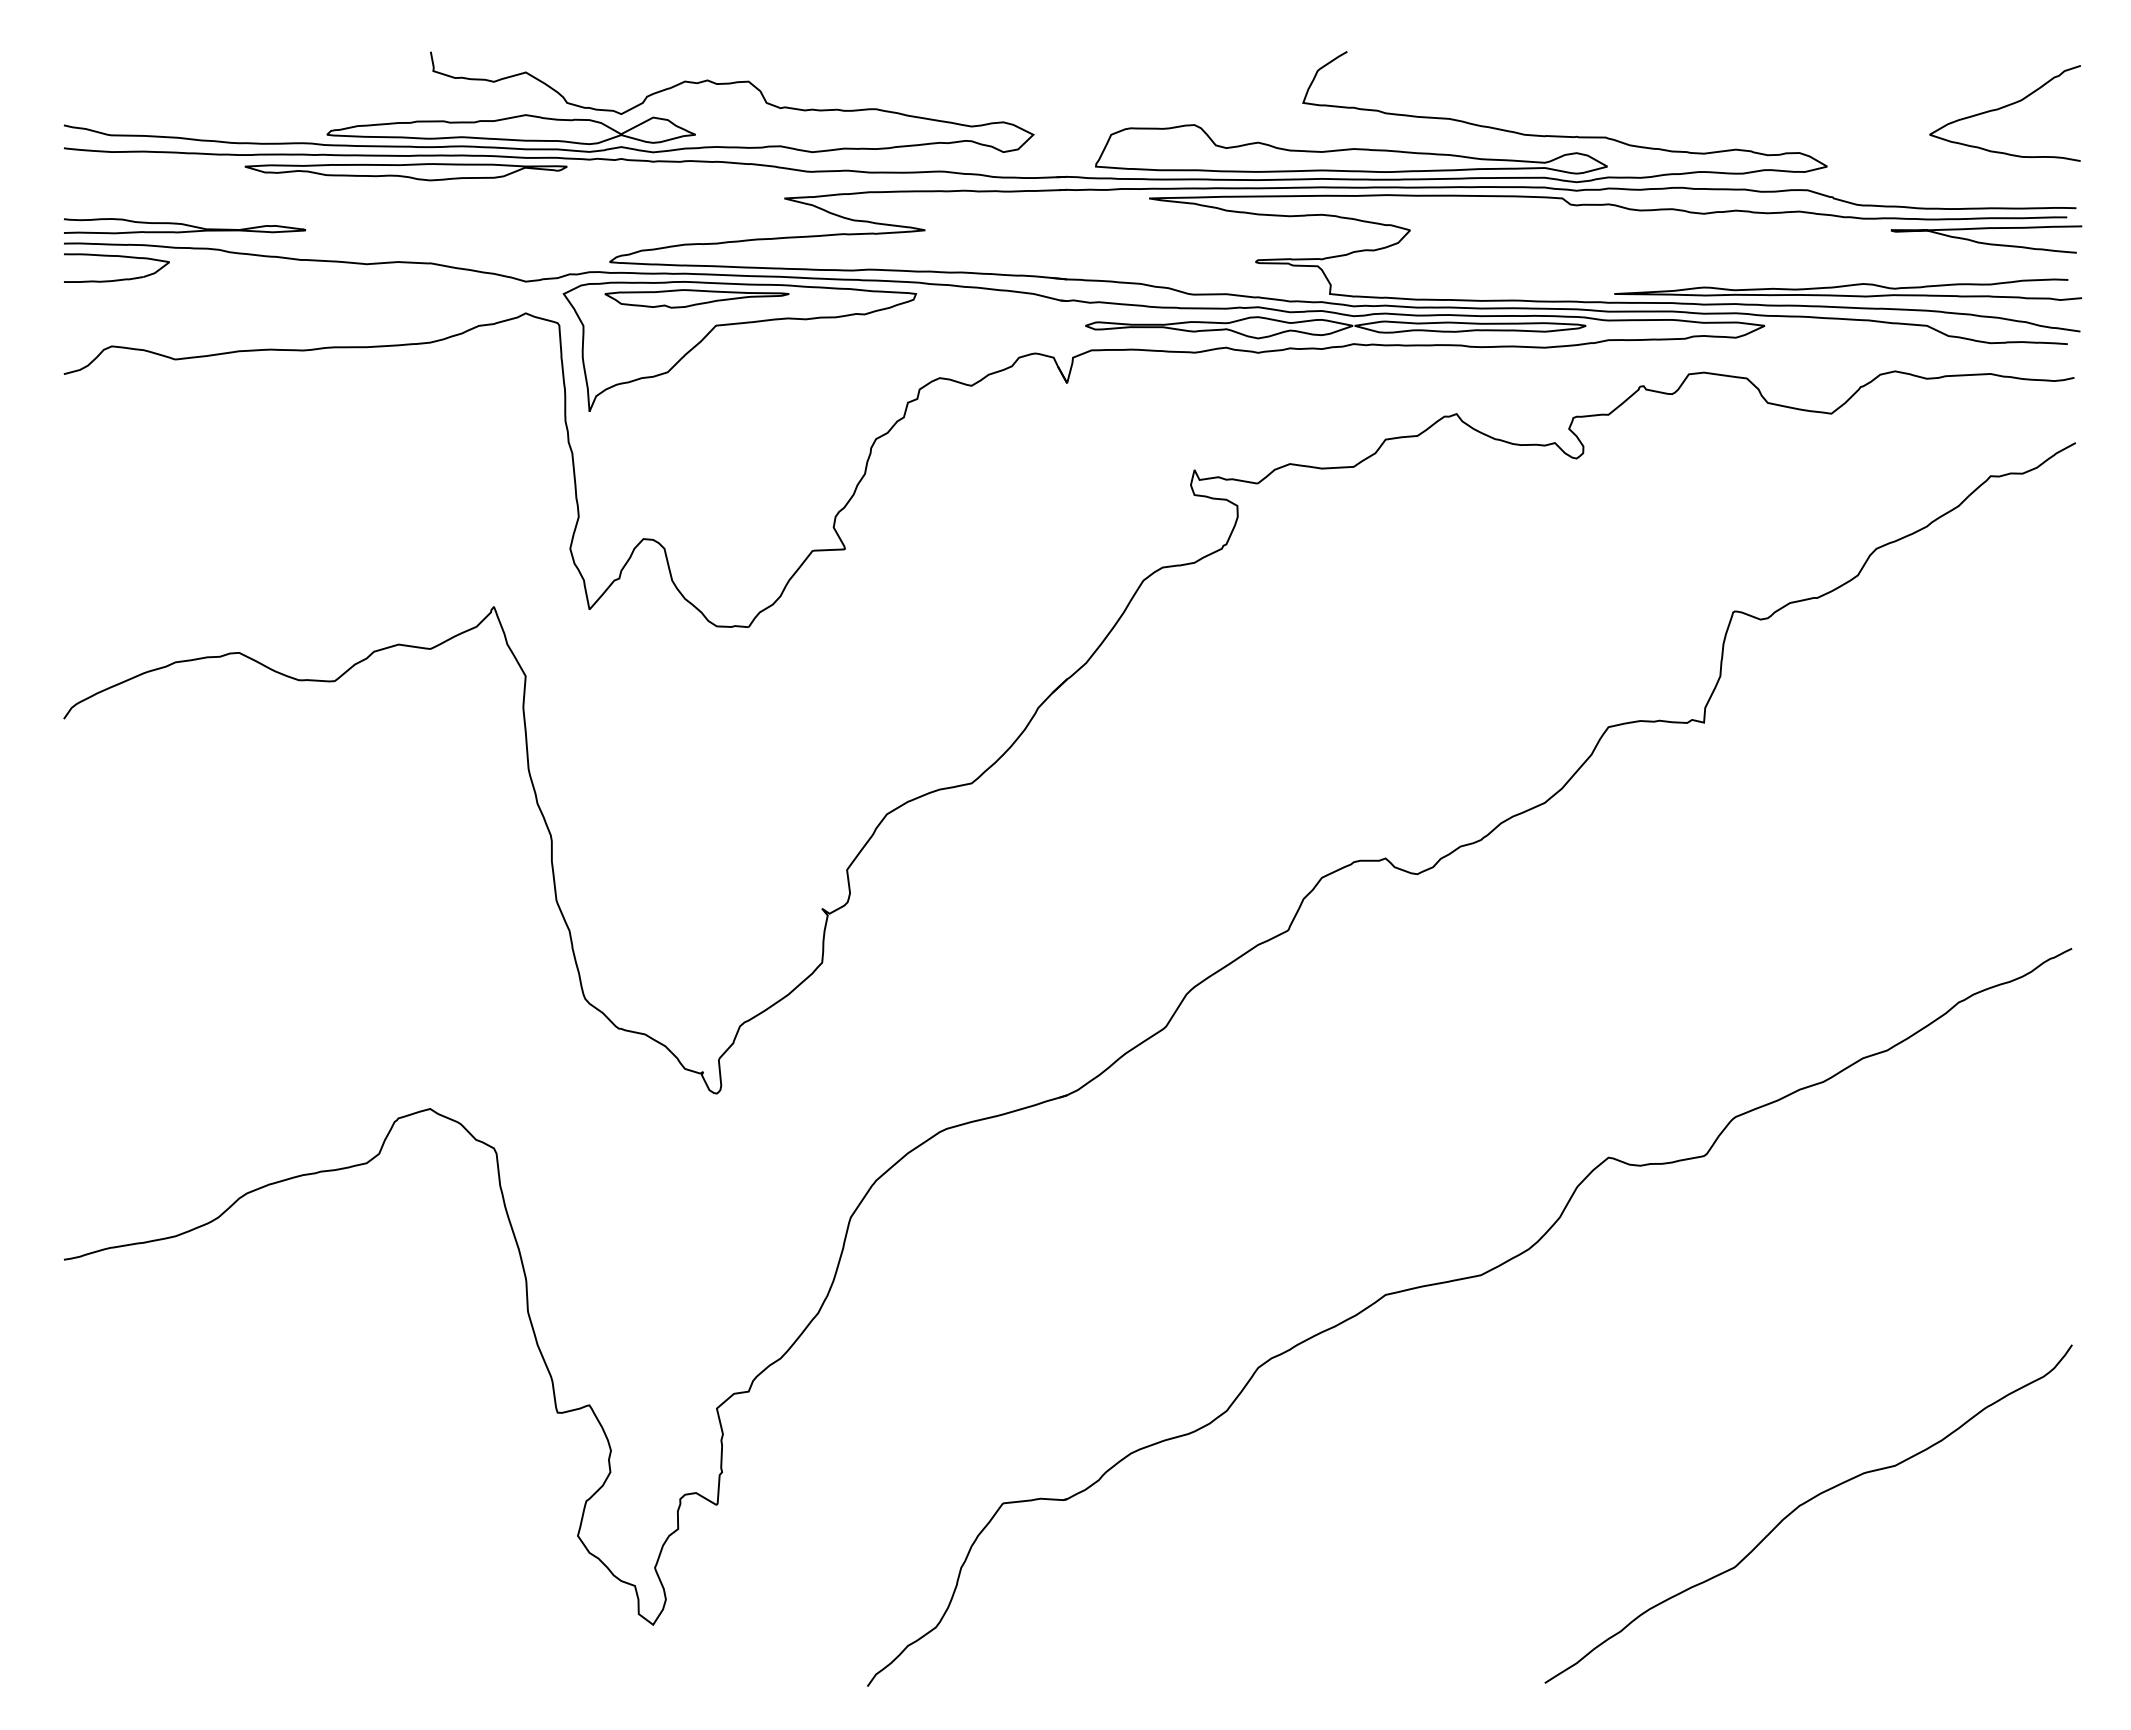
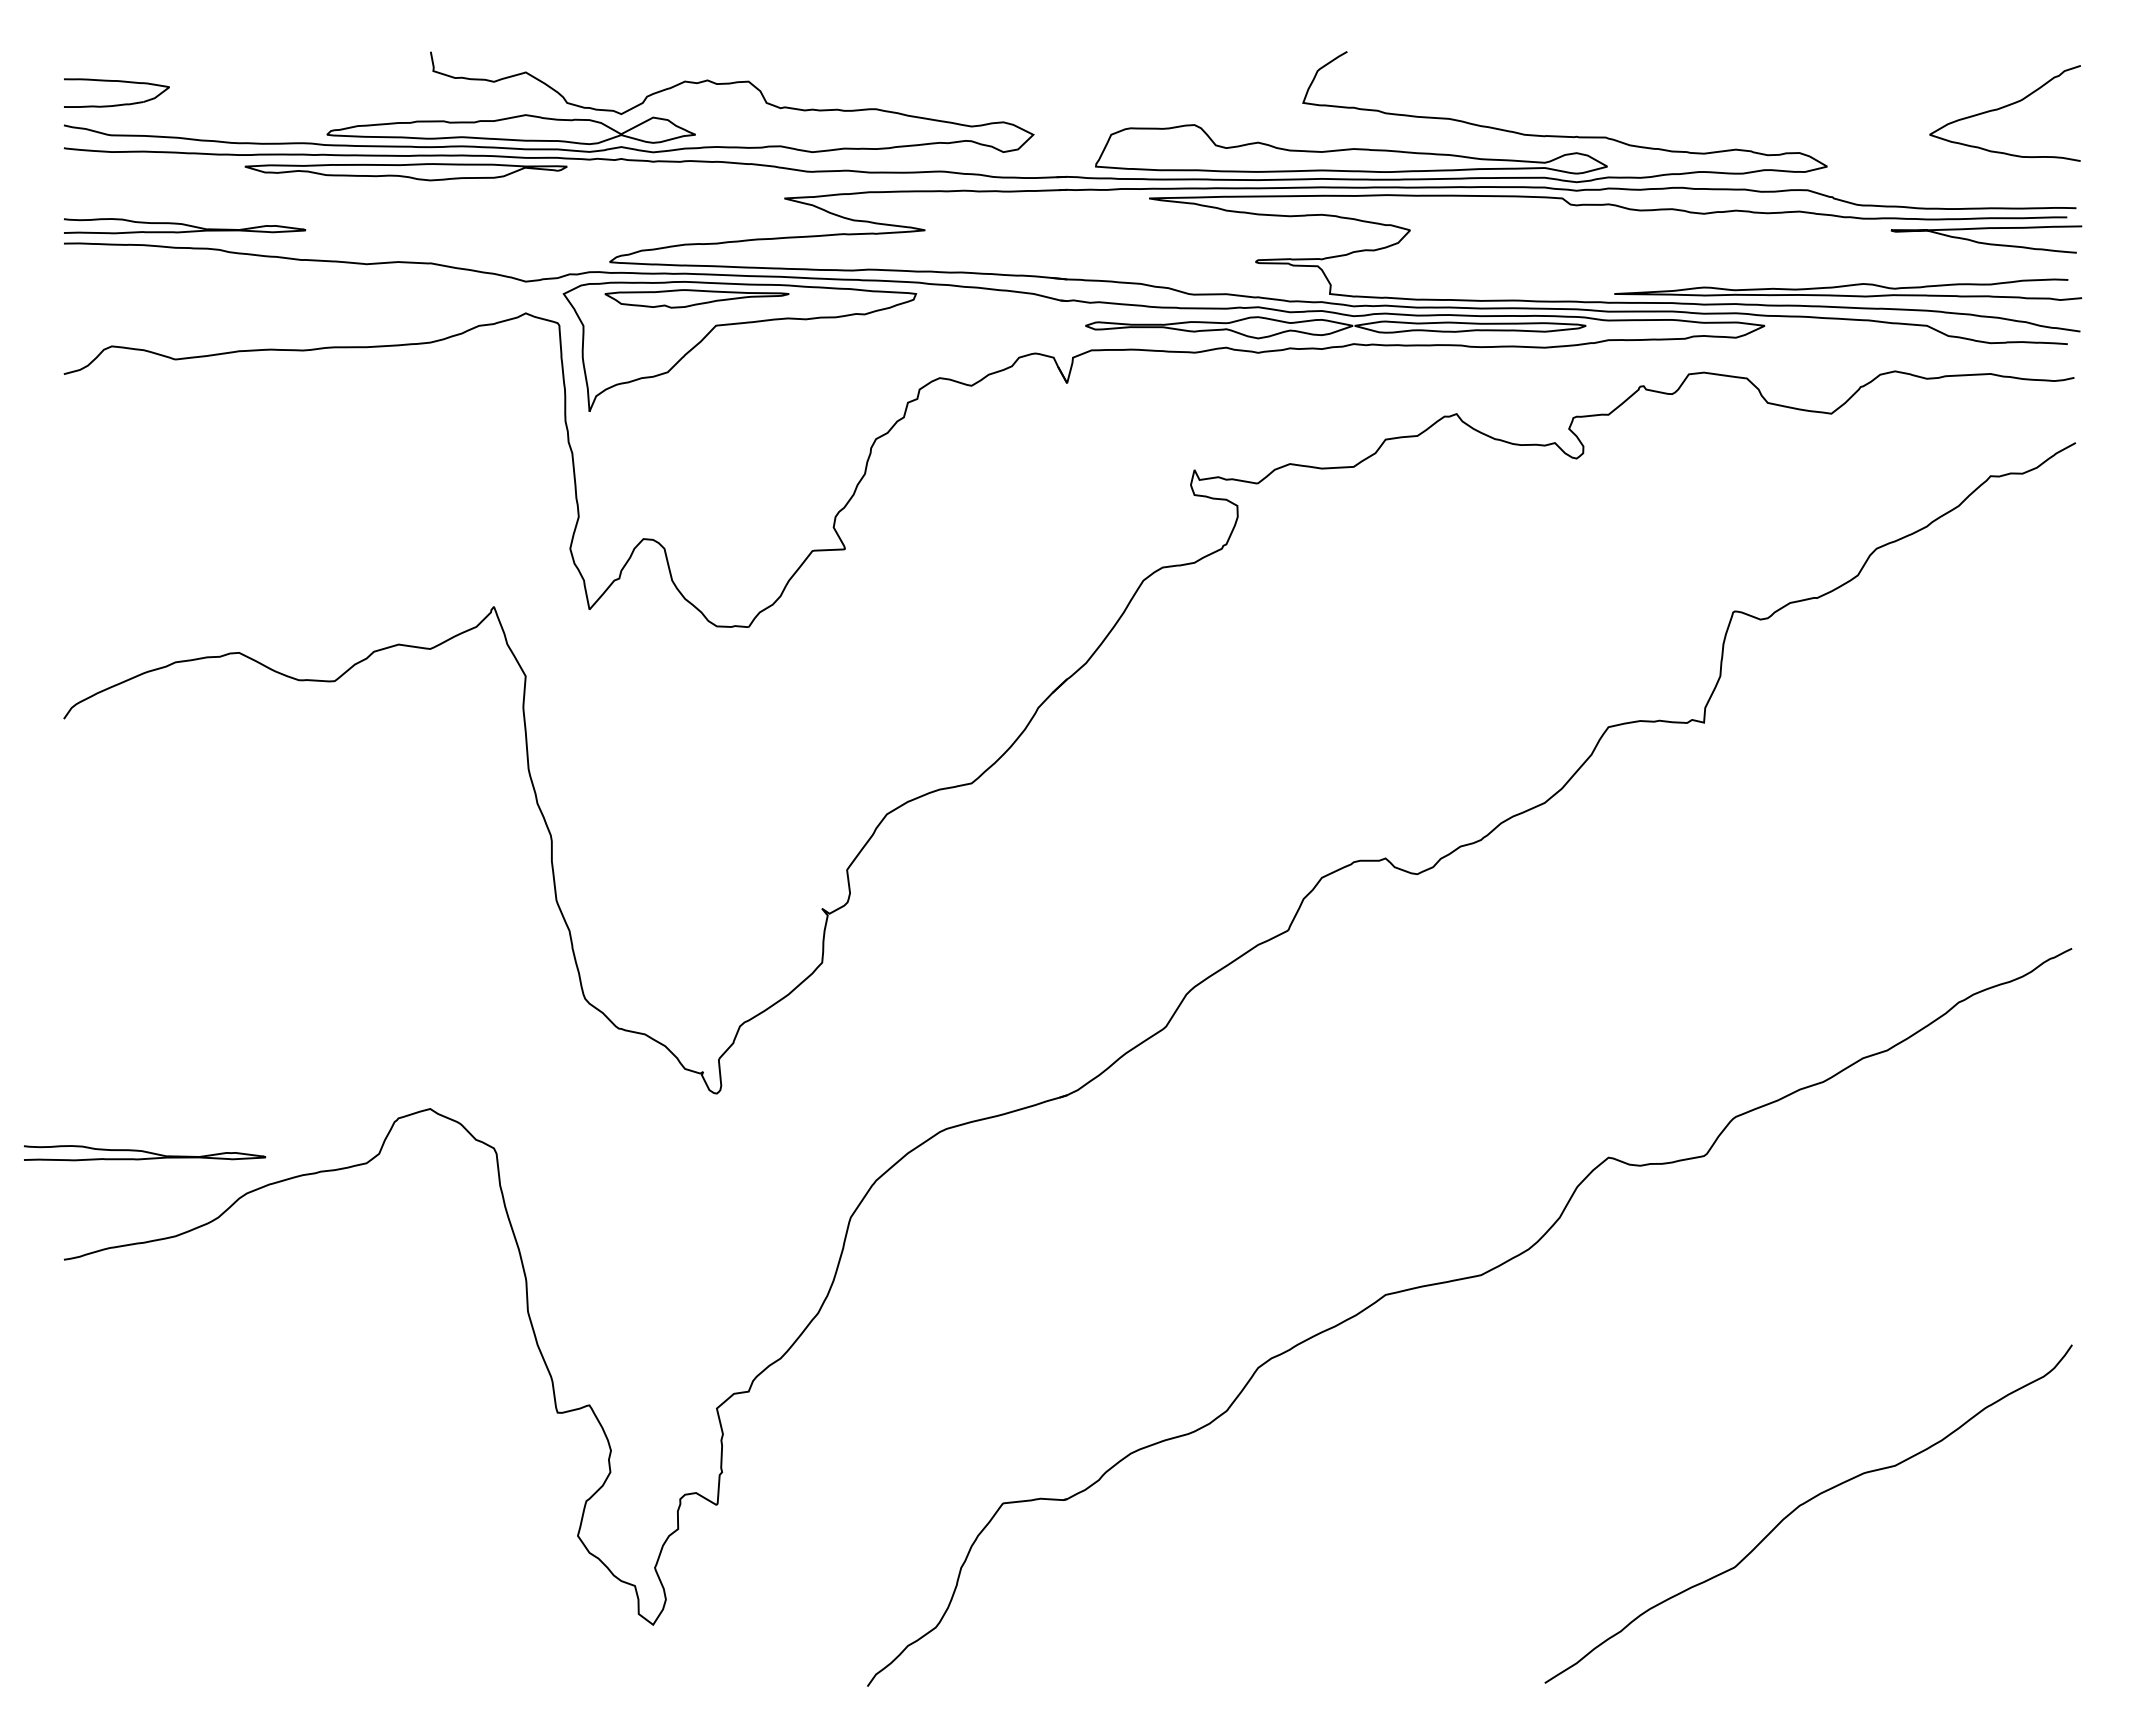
part at (119, 257) position: (119, 257) -> (119, 82)
part at (145, 1153): none -> present
